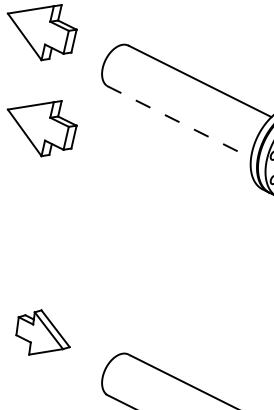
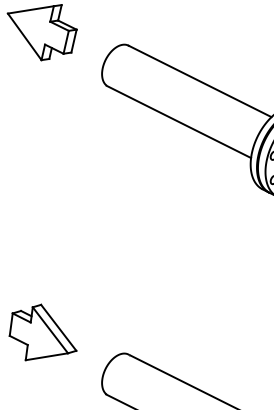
line at (178, 121): dashed -> solid
part at (41, 128): present -> none
part at (42, 332) size: 56x47 px -> 70x59 px
